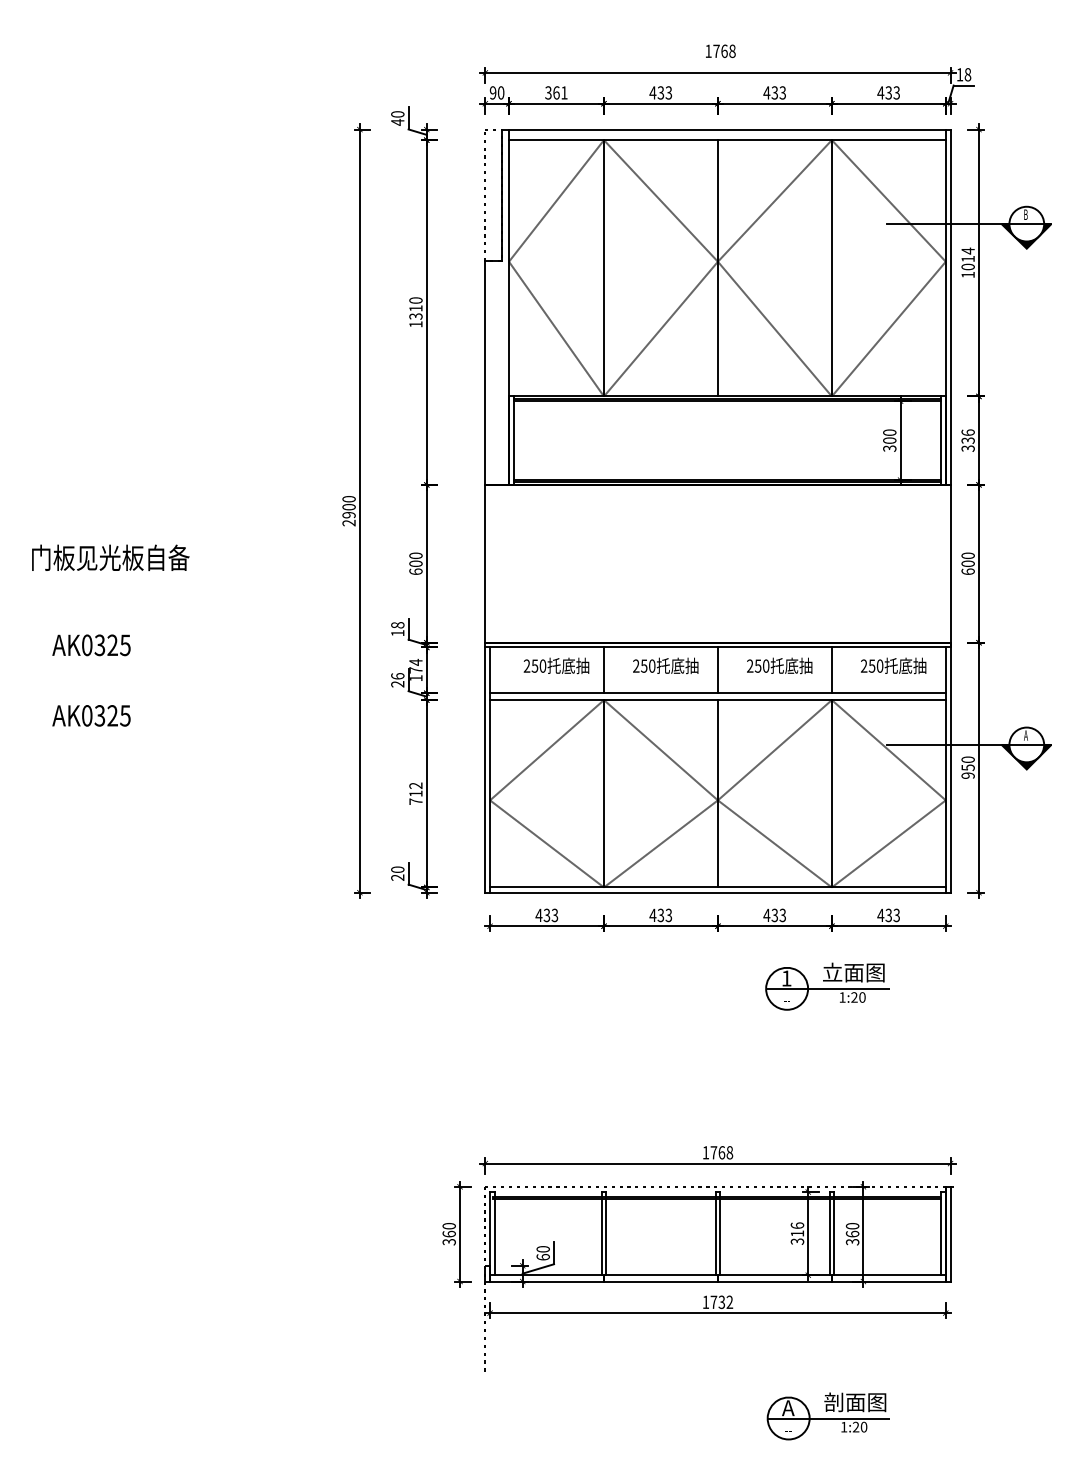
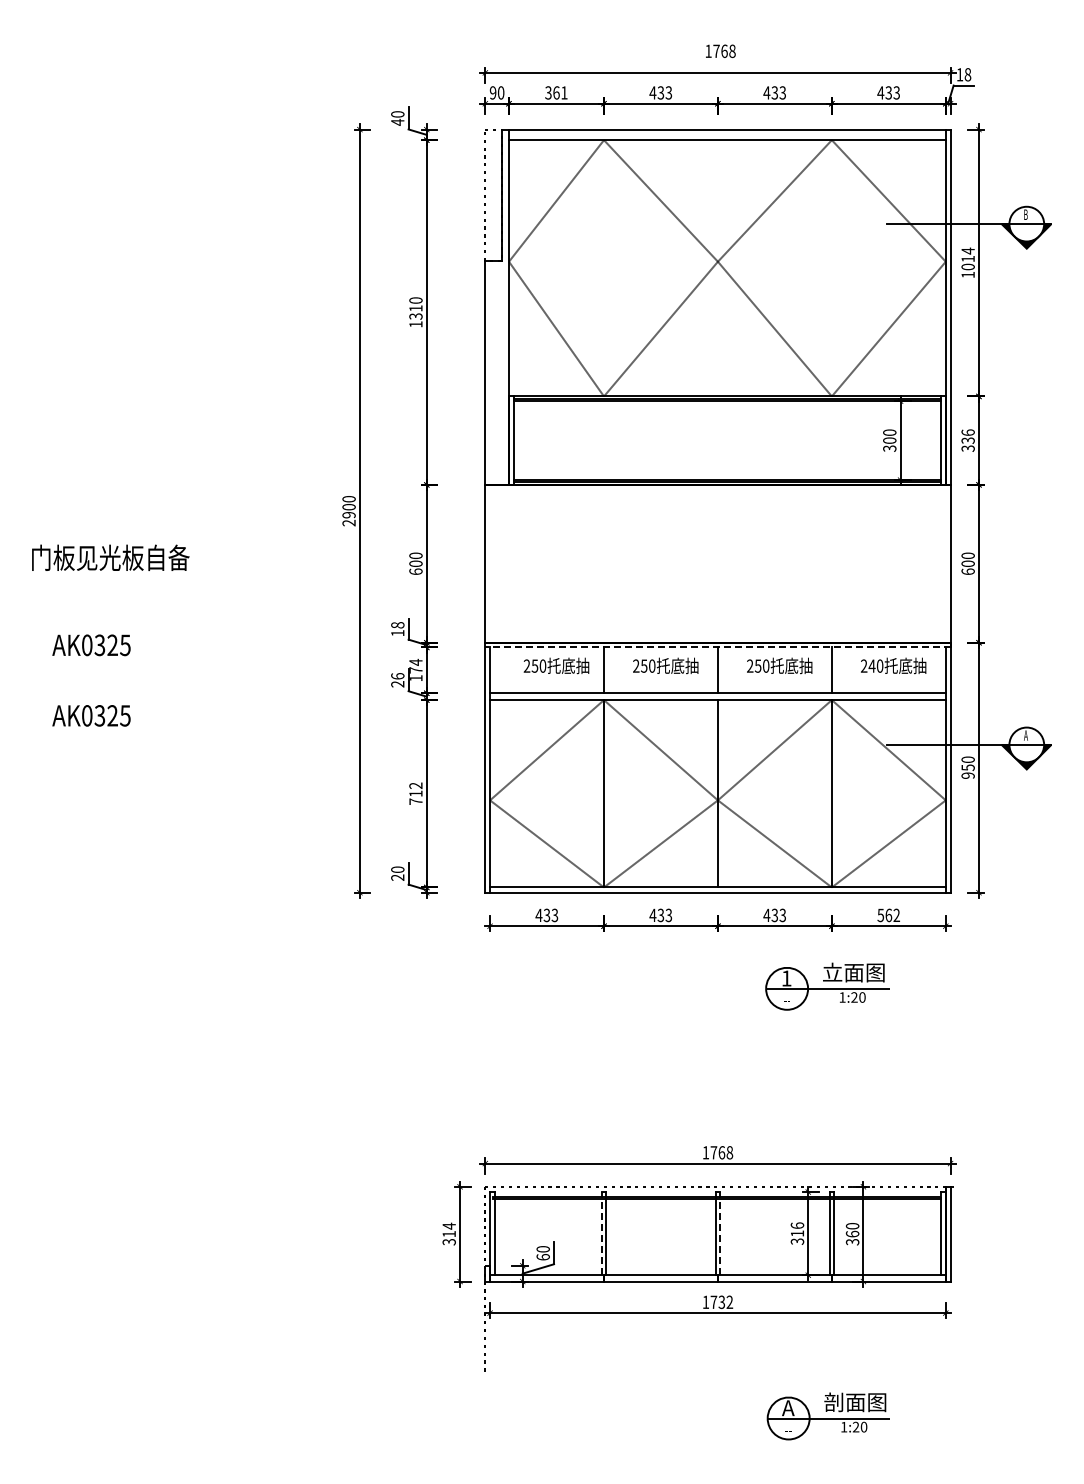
line at (604, 268): present -> none
line at (717, 268): present -> none
line at (831, 268): present -> none
line at (717, 647): solid -> dashed
text at (871, 665): 250 -> 240
text at (888, 915): 433 -> 562
text at (448, 1229): 360 -> 314
line at (601, 1233): solid -> dashed
line at (720, 1233): solid -> dashed
